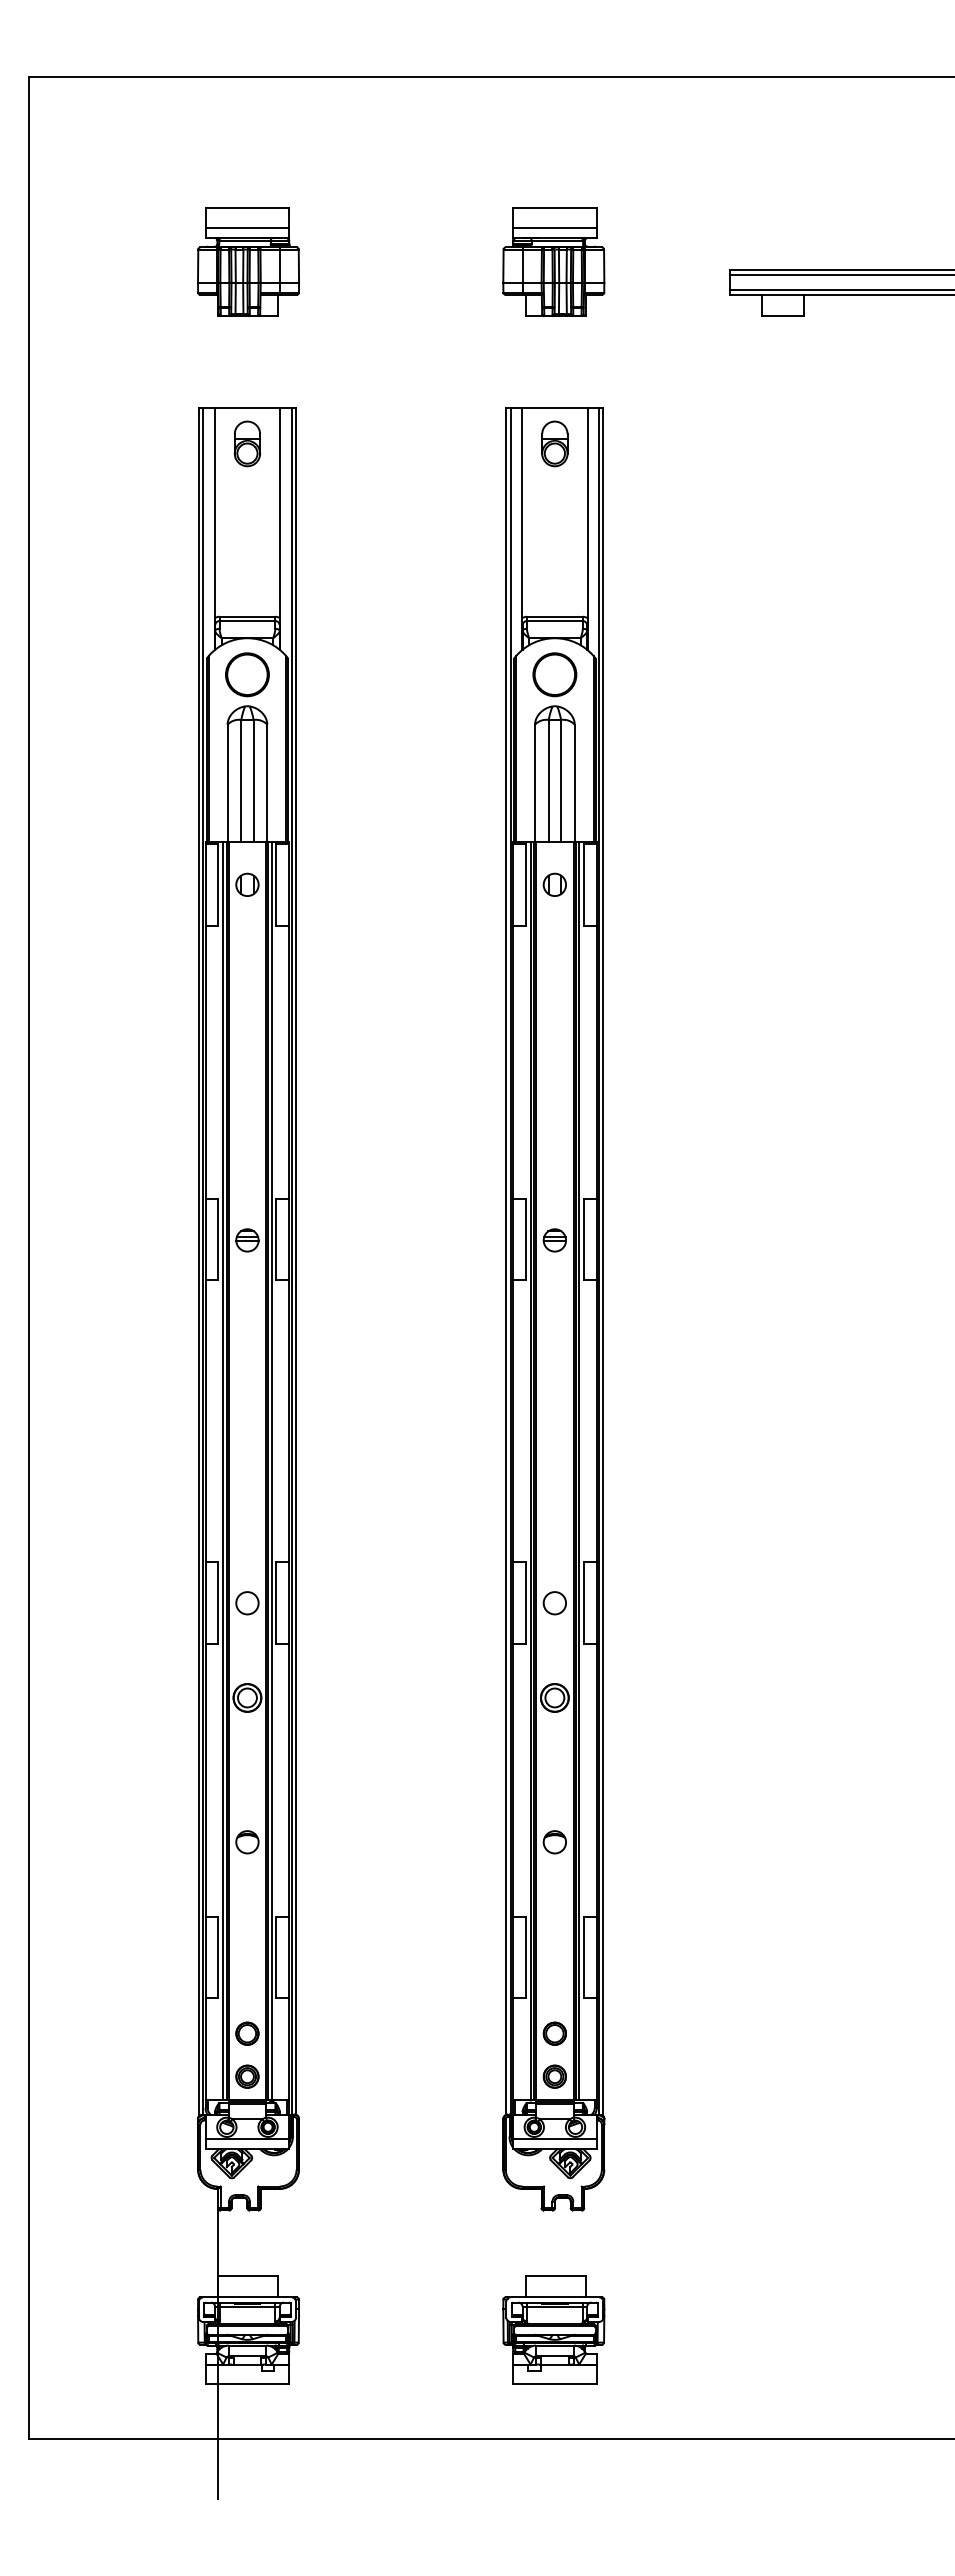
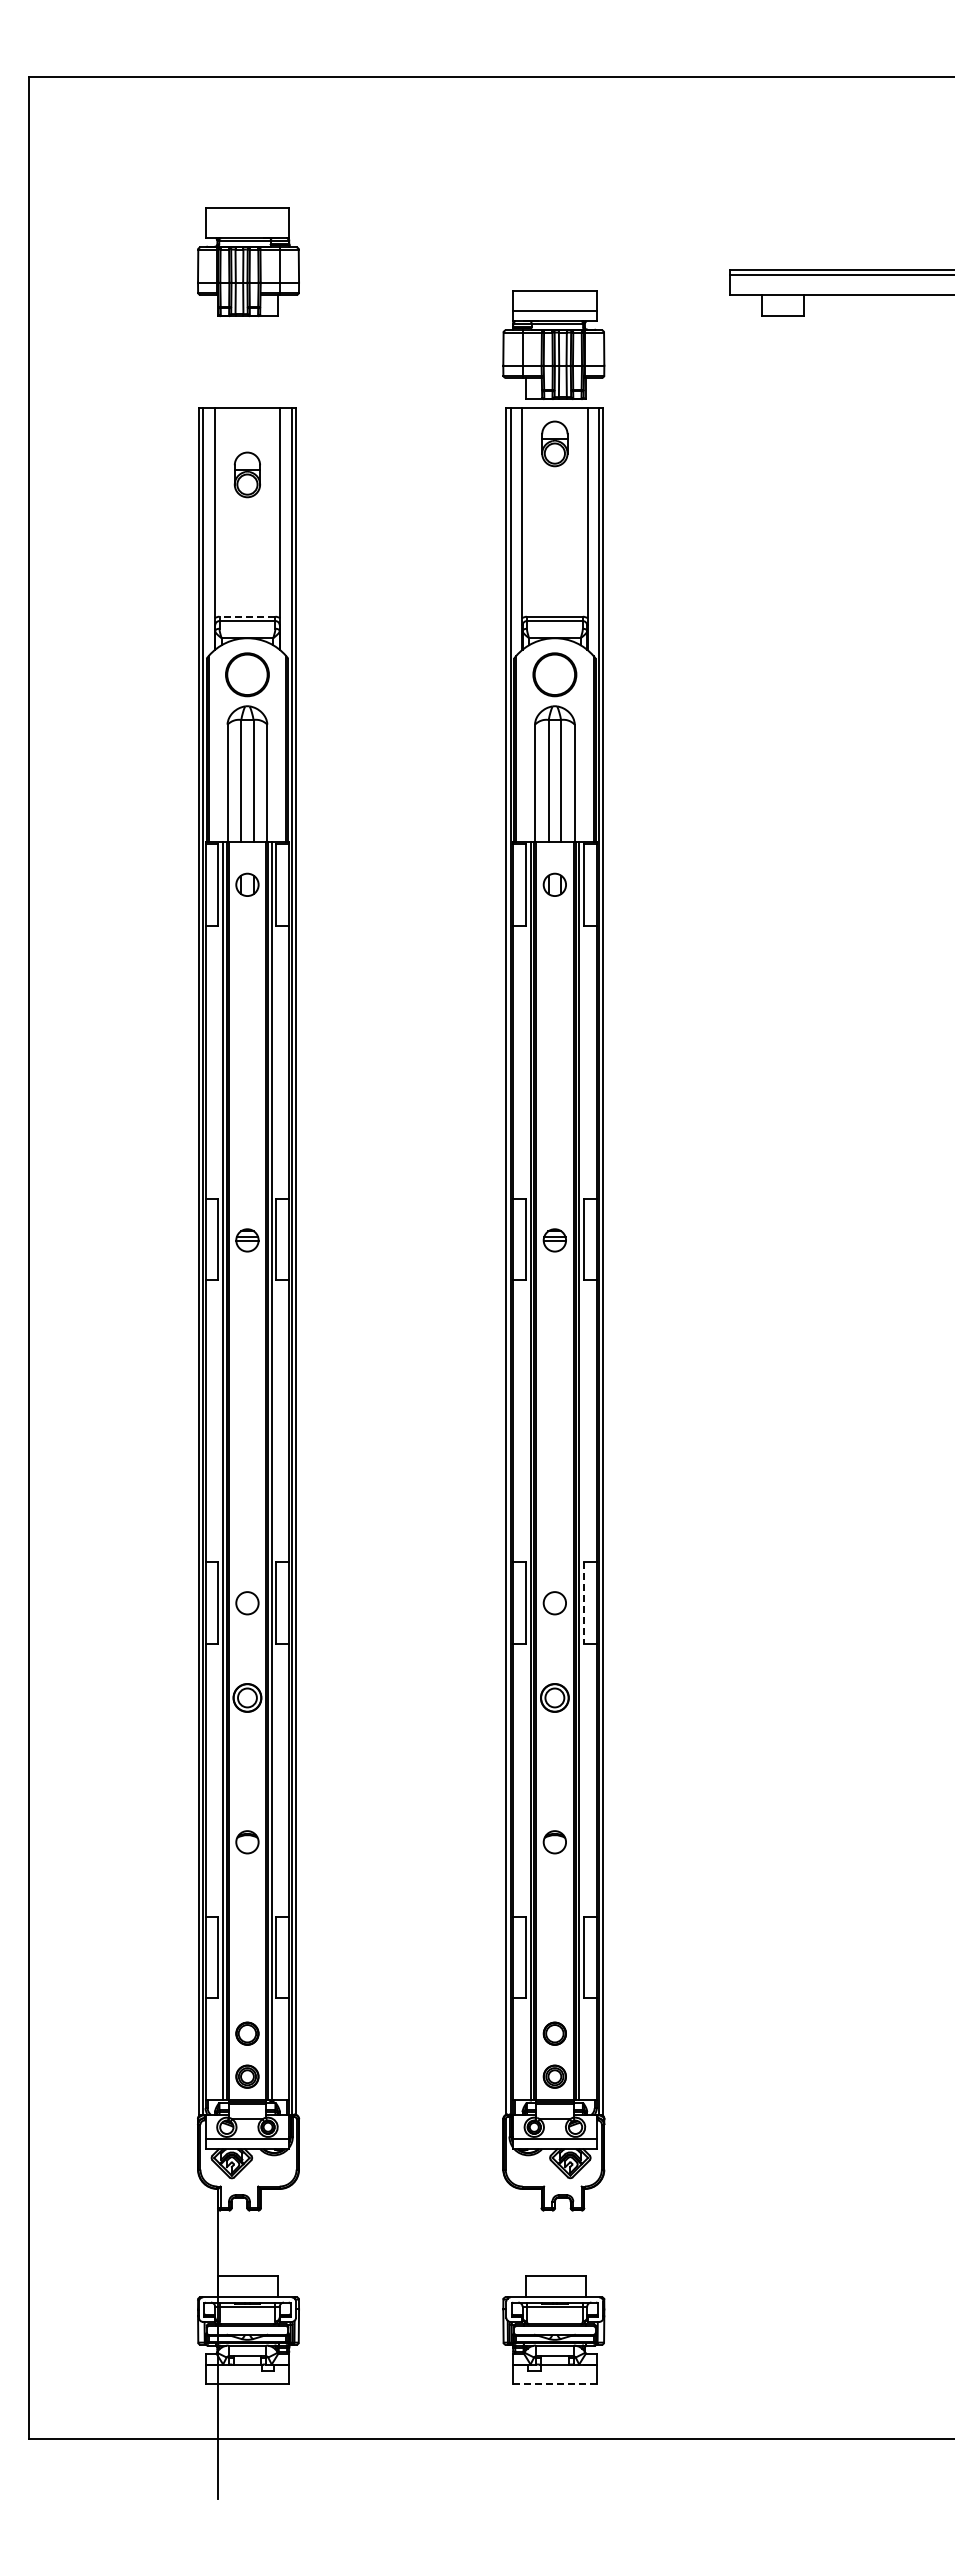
line at (247, 227): present -> none
part at (553, 261) position: (553, 261) -> (553, 344)
line at (840, 290): present -> none
part at (246, 443) position: (246, 443) -> (246, 474)
line at (247, 616): solid -> dashed
line at (583, 1603): solid -> dashed
line at (554, 2383): solid -> dashed
